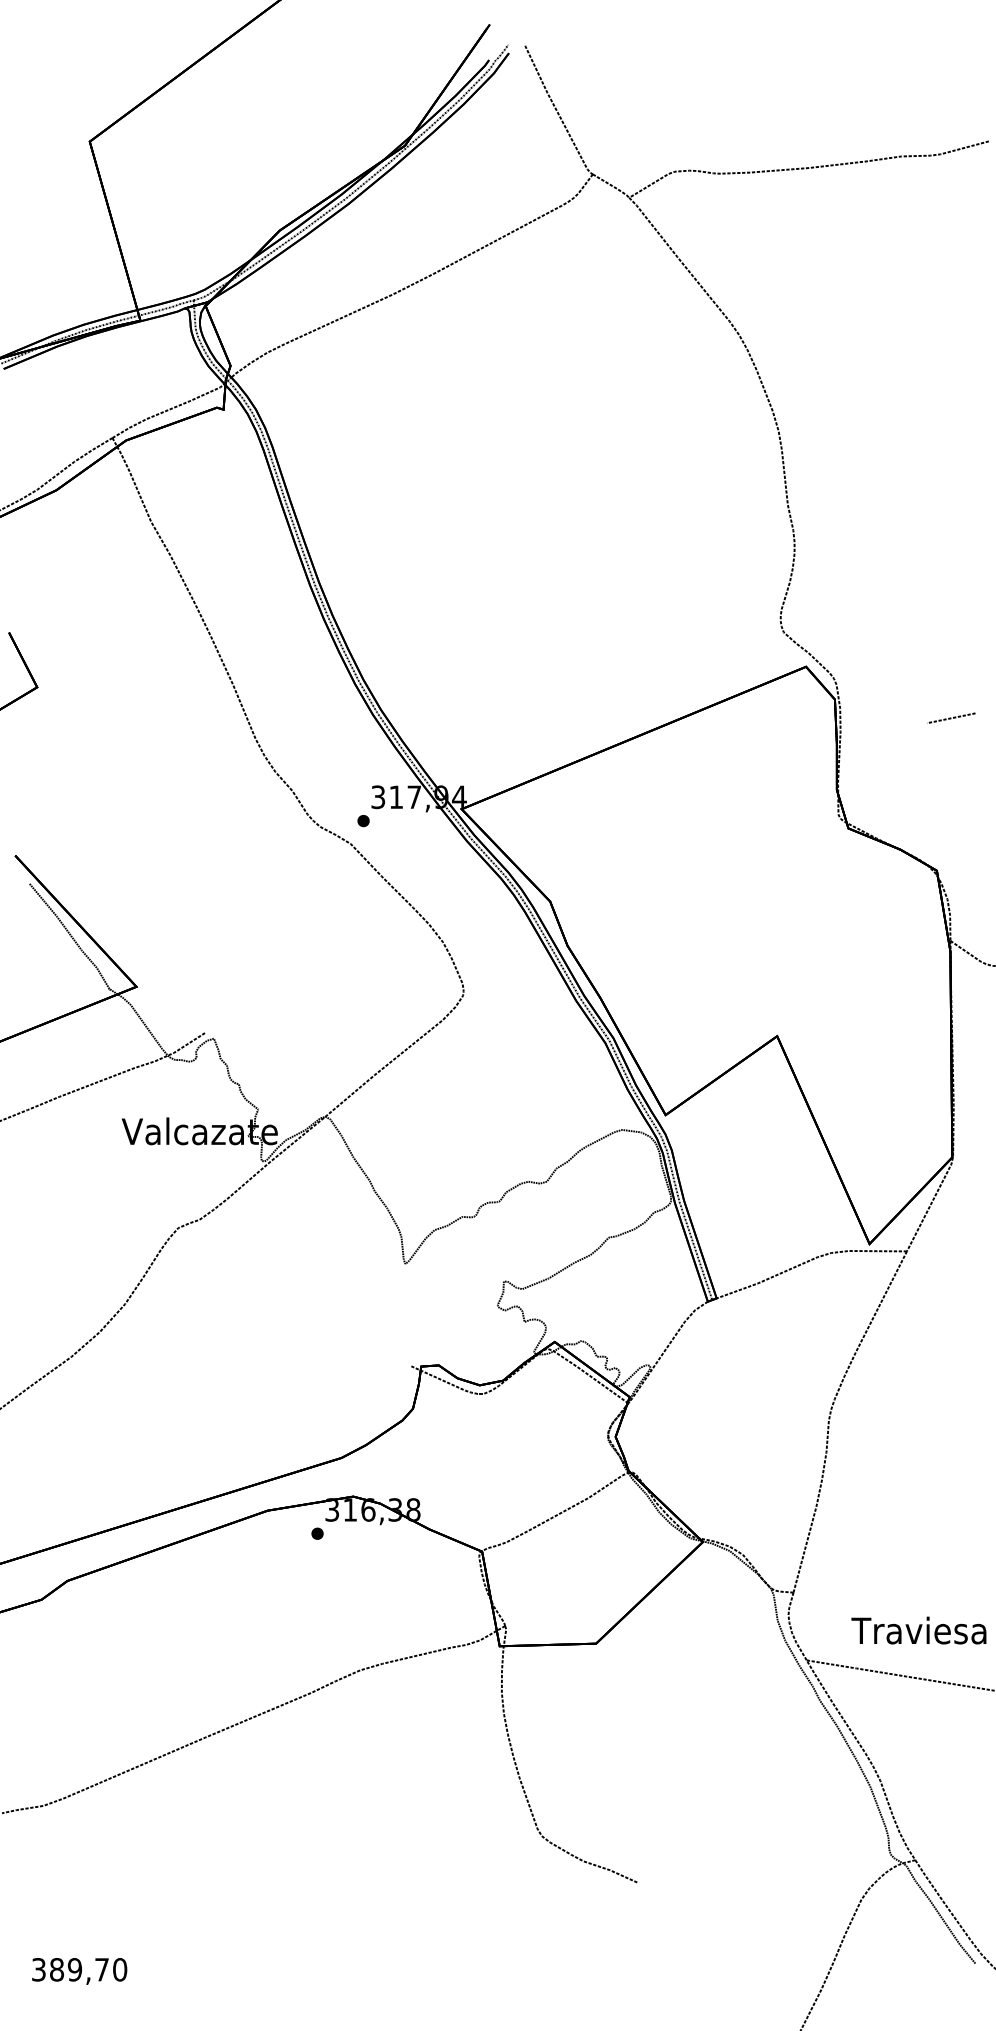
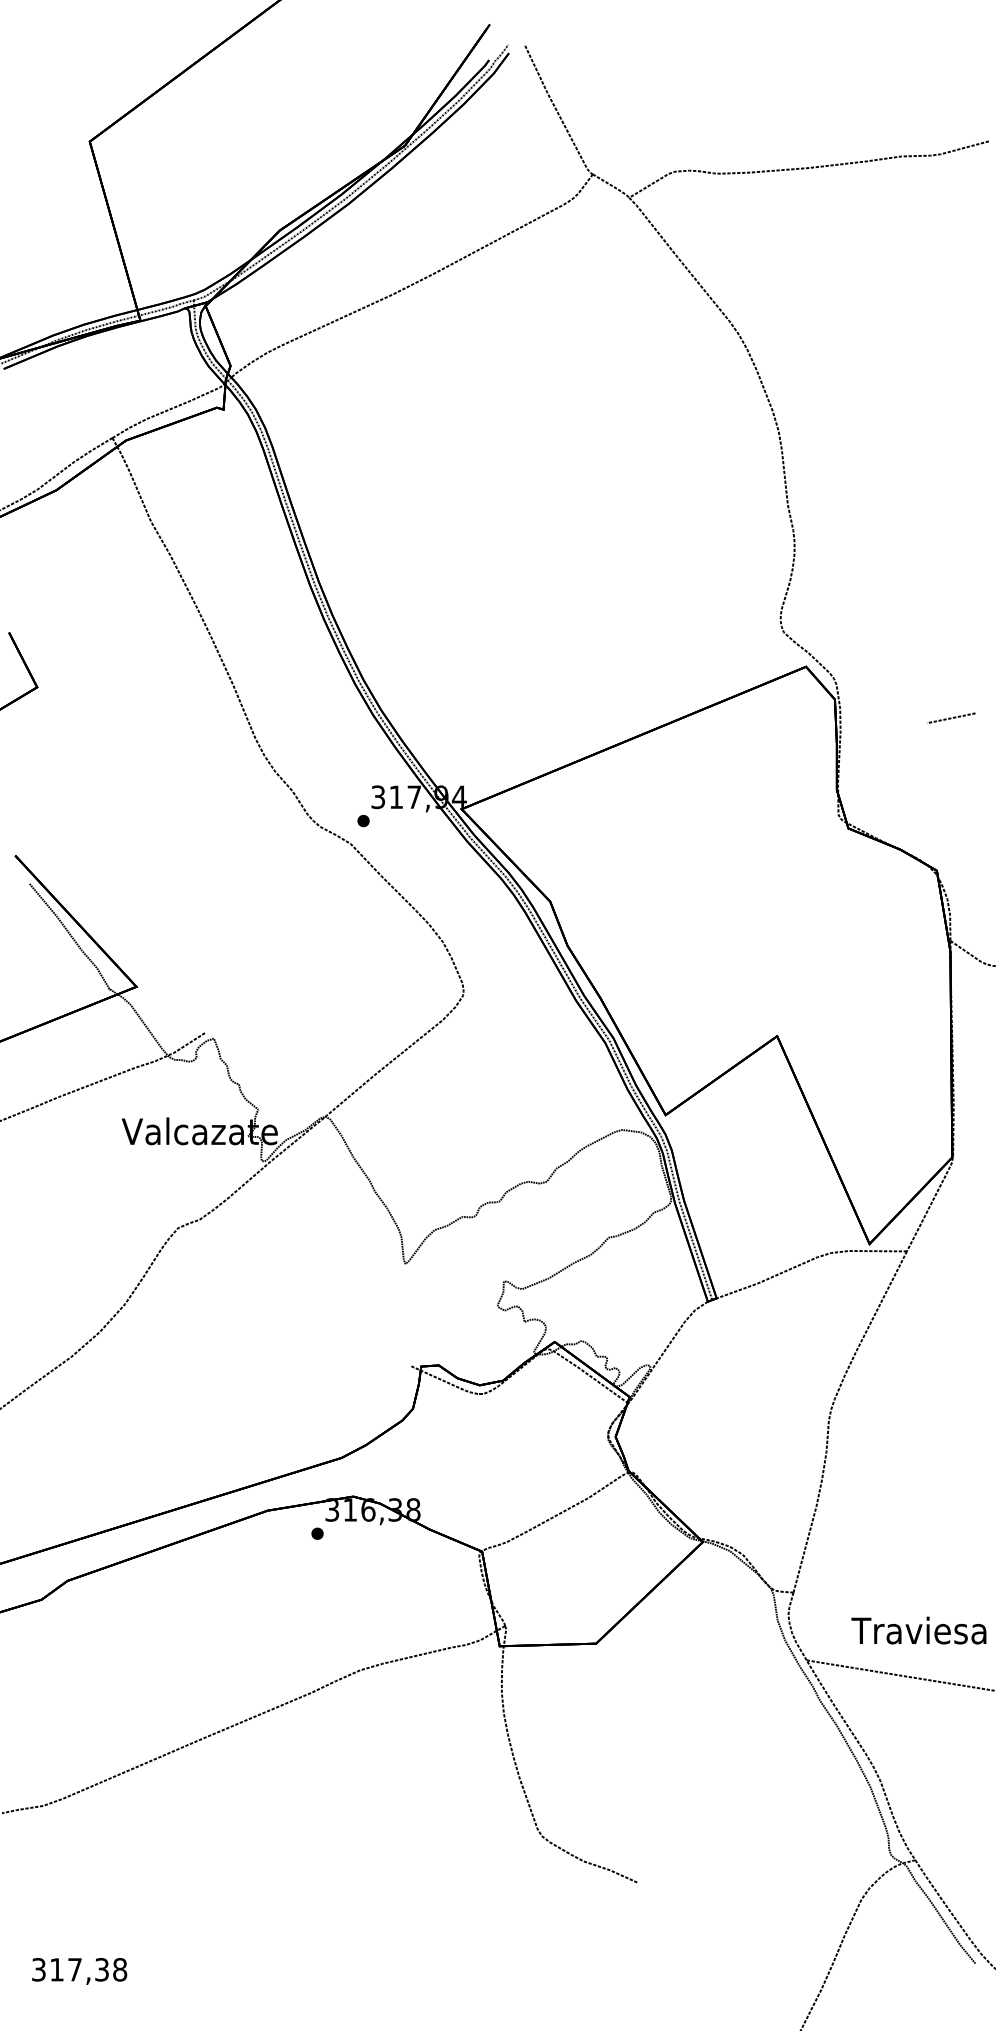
text at (88, 1969): 389,70 -> 317,38
